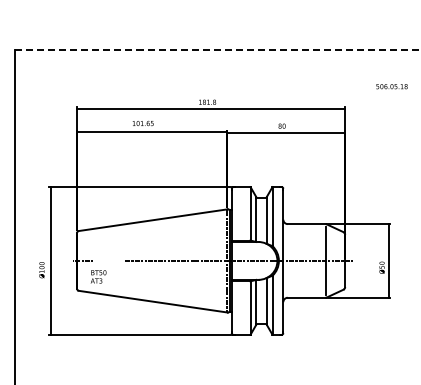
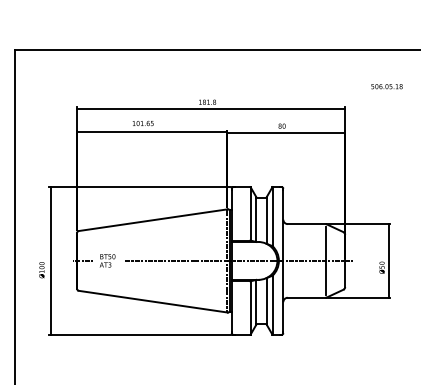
line at (218, 50): dashed -> solid
text at (391, 86) position: (391, 86) -> (386, 86)
text at (98, 276) position: (98, 276) -> (107, 260)
